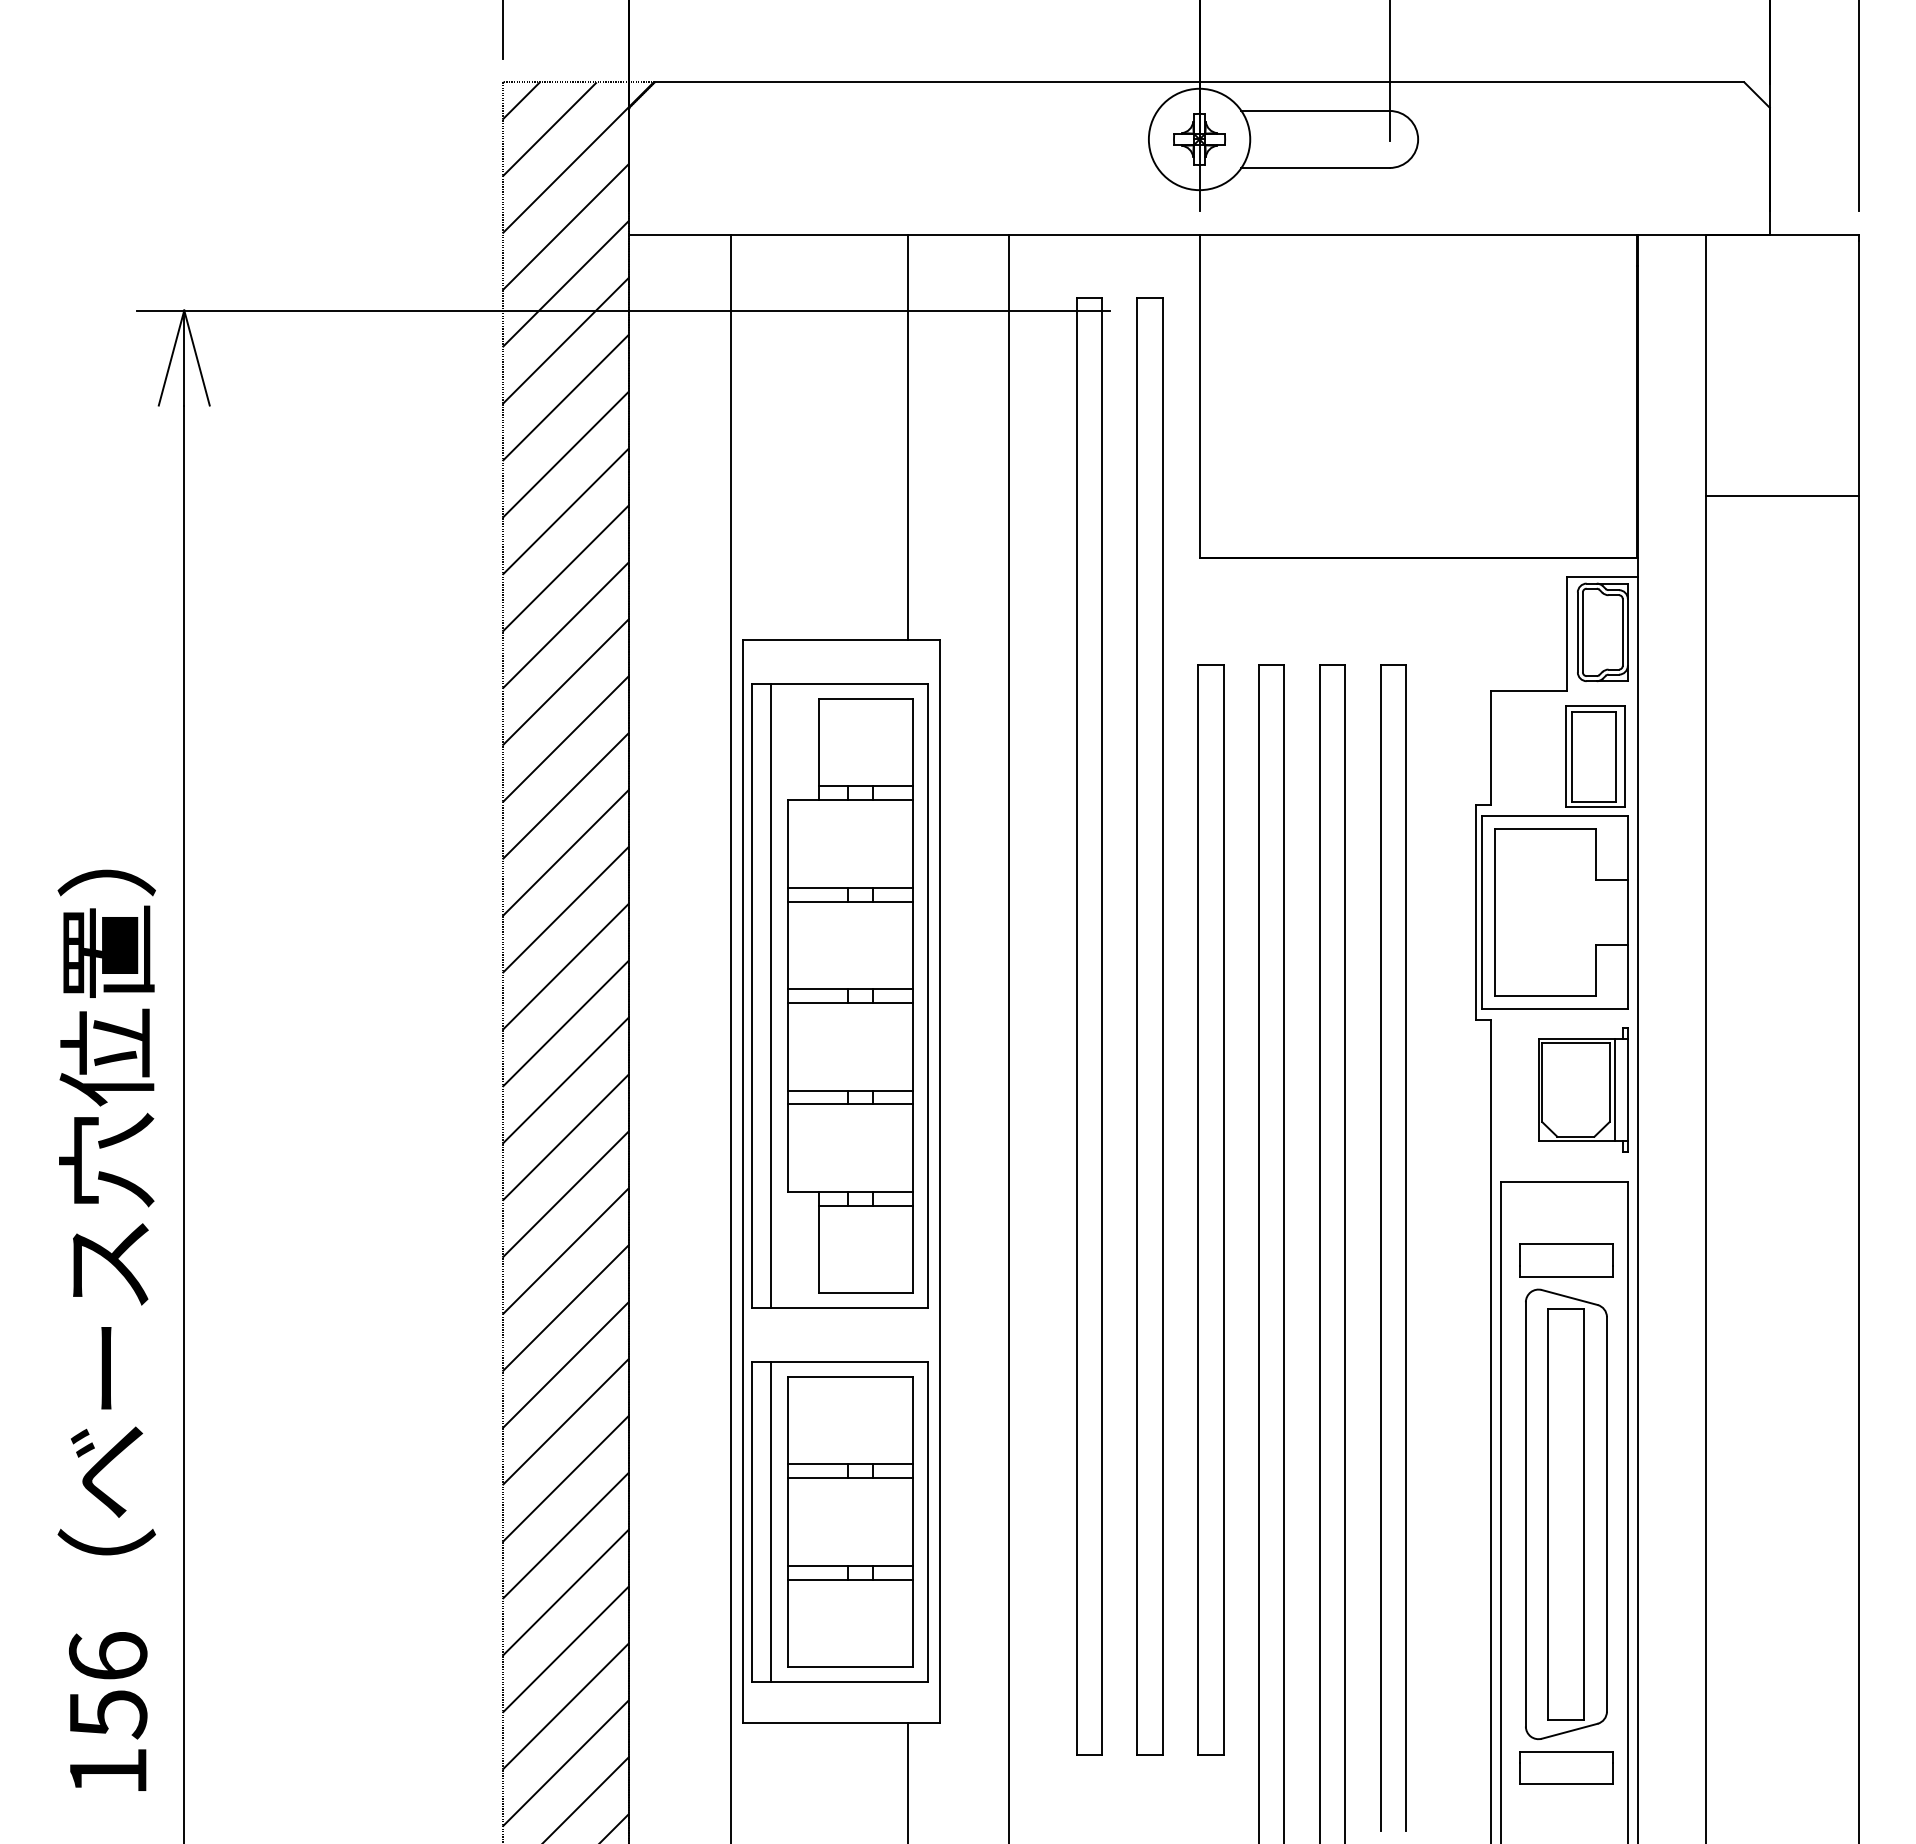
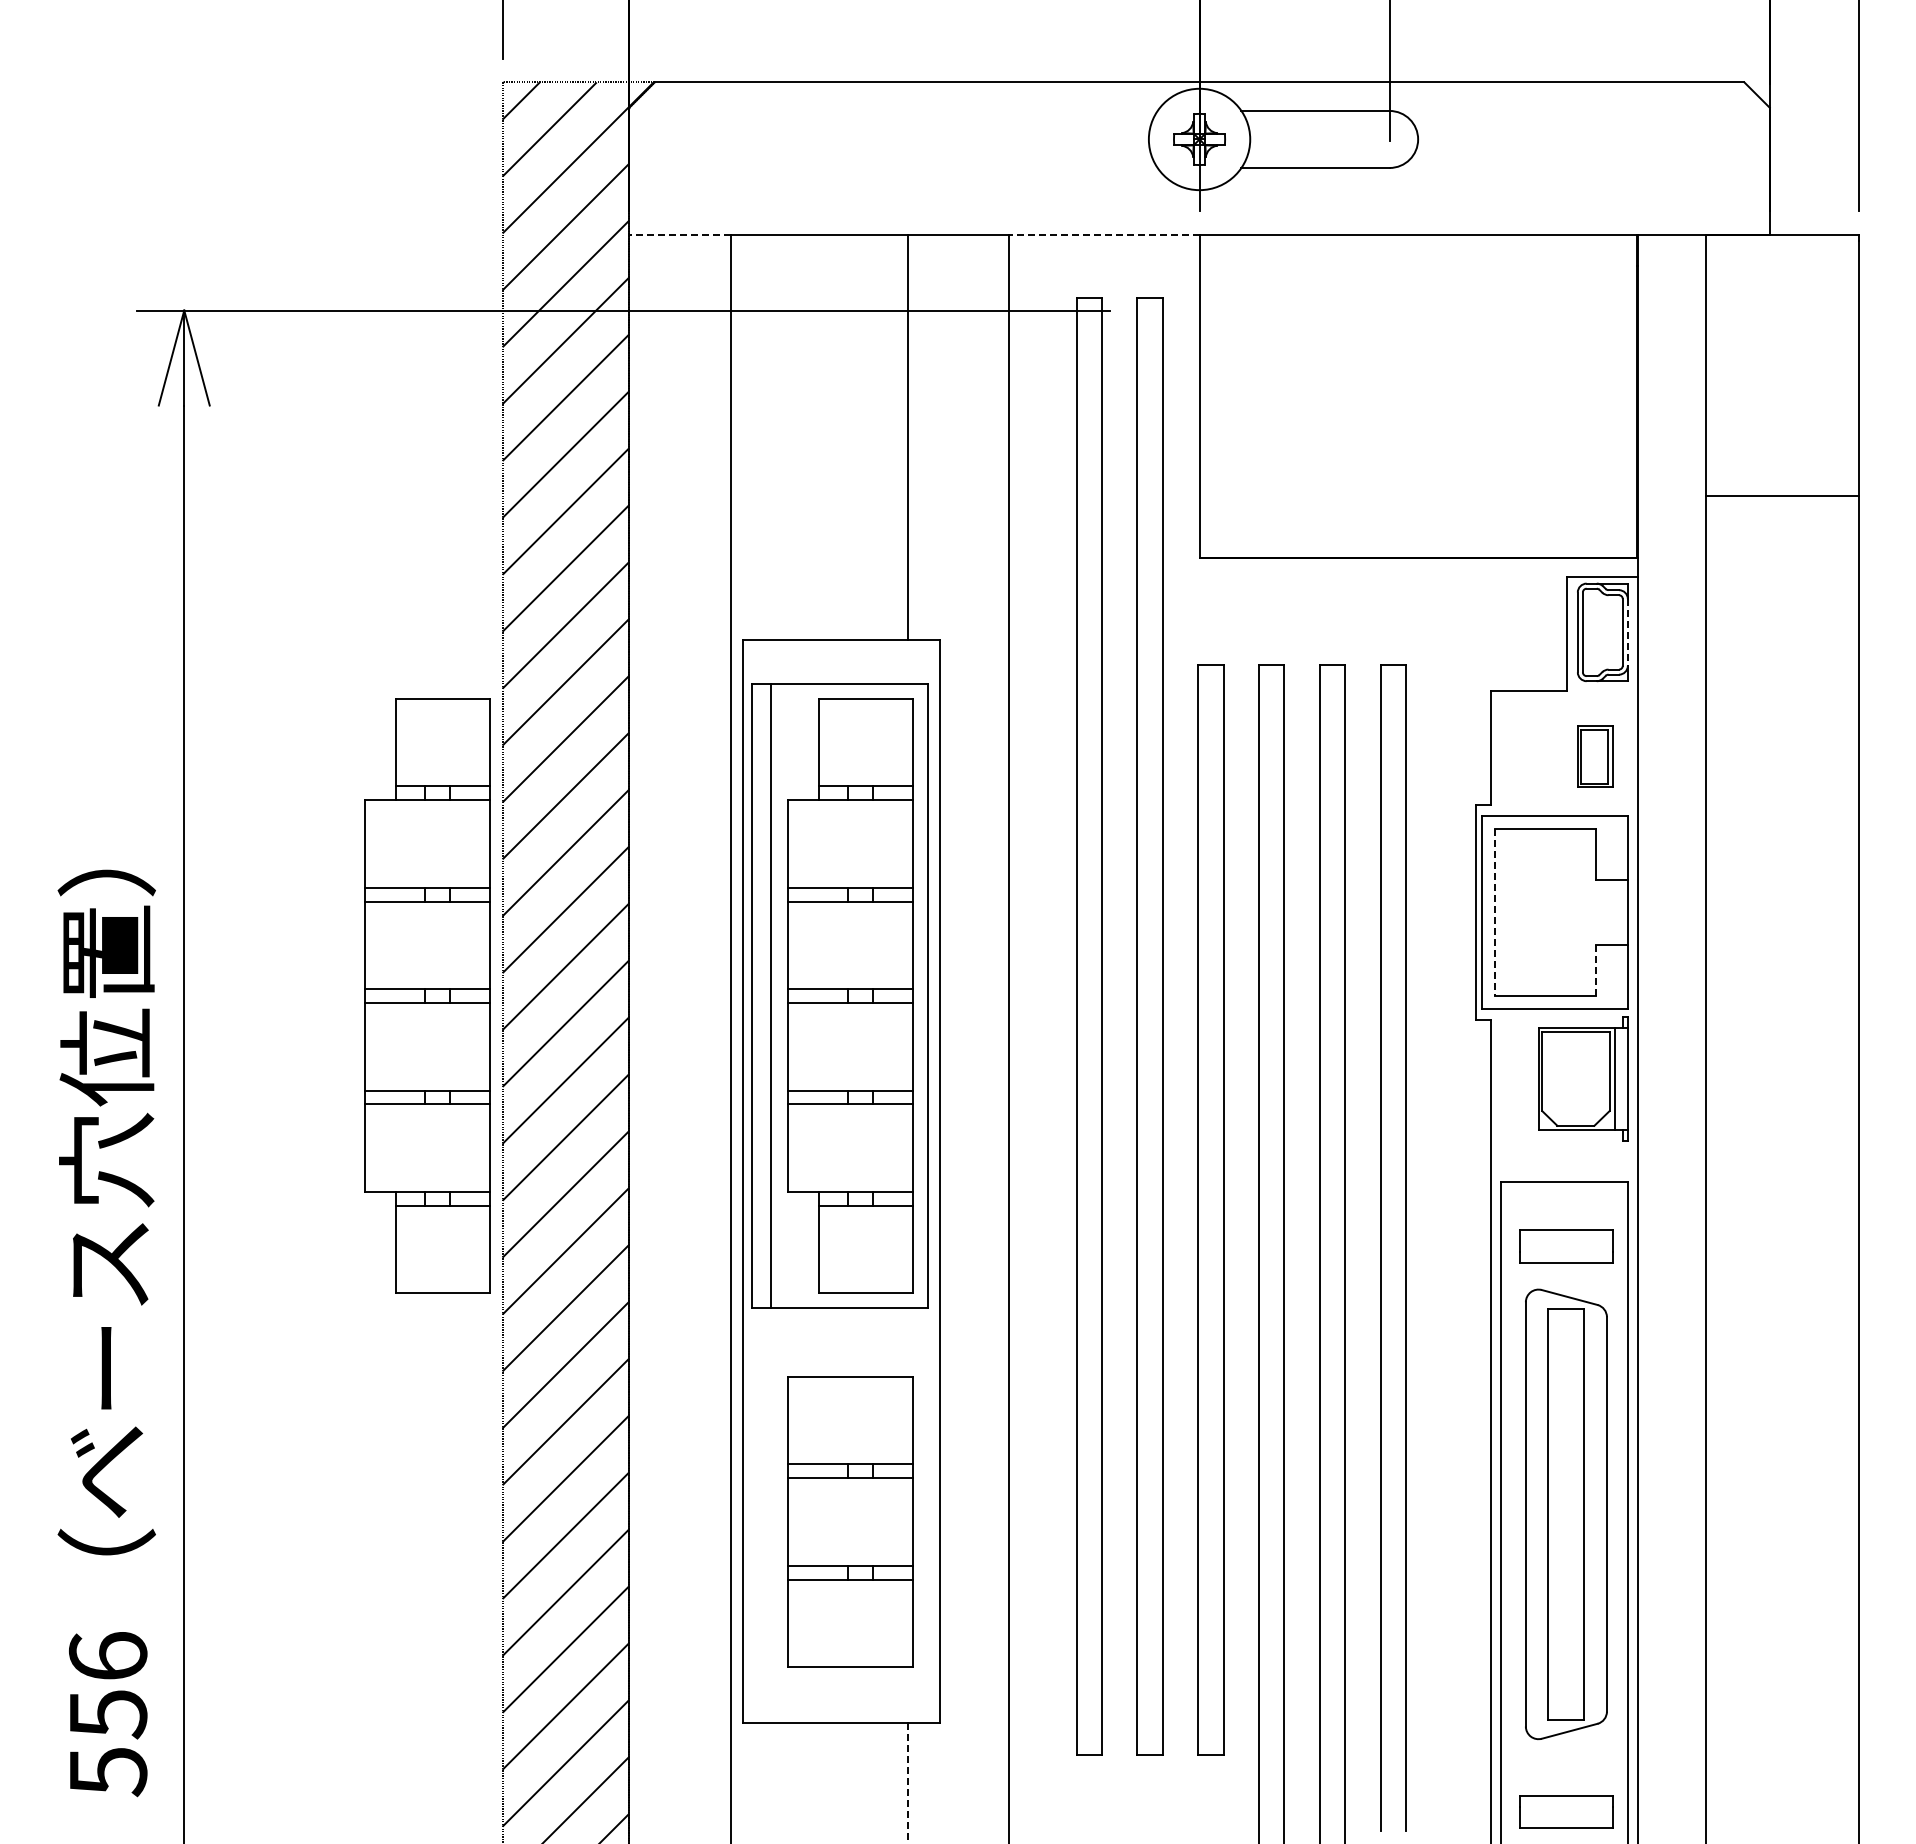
line at (680, 234): solid -> dashed
line at (1104, 234): solid -> dashed
line at (1627, 632): solid -> dashed
part at (1595, 756) size: 61x103 px -> 37x63 px
line at (1494, 912): solid -> dashed
line at (1596, 970): solid -> dashed
part at (427, 995): none -> present
part at (1583, 1089) position: (1583, 1089) -> (1583, 1078)
part at (1566, 1260) position: (1566, 1260) -> (1566, 1246)
part at (839, 1521): present -> none
part at (1566, 1767) position: (1566, 1767) -> (1566, 1811)
text at (108, 1772): 156 -> 556
line at (908, 1783): solid -> dashed
